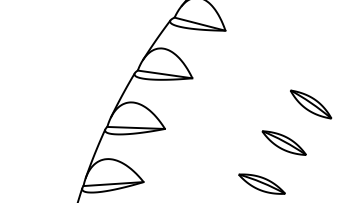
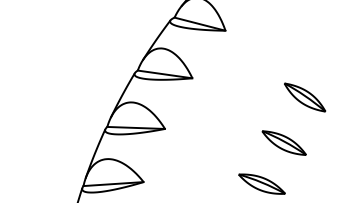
part at (311, 104) position: (311, 104) -> (305, 97)
